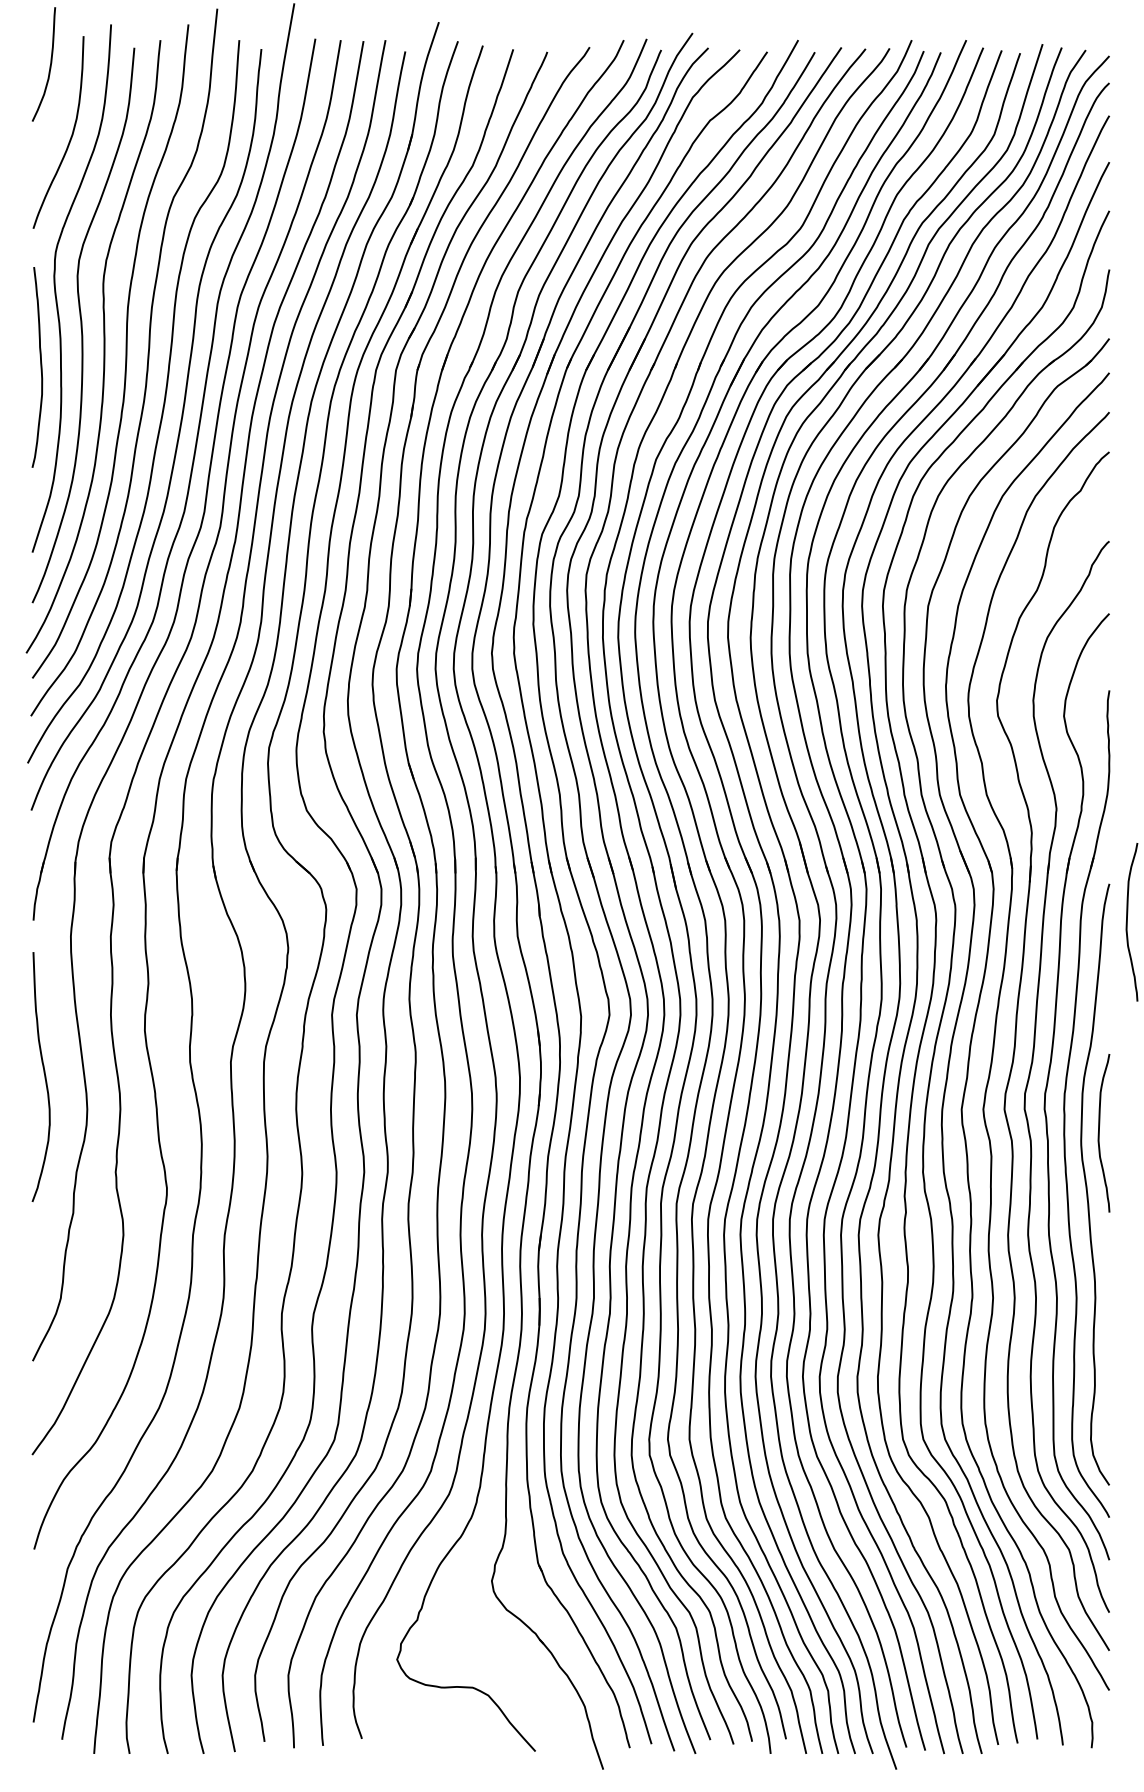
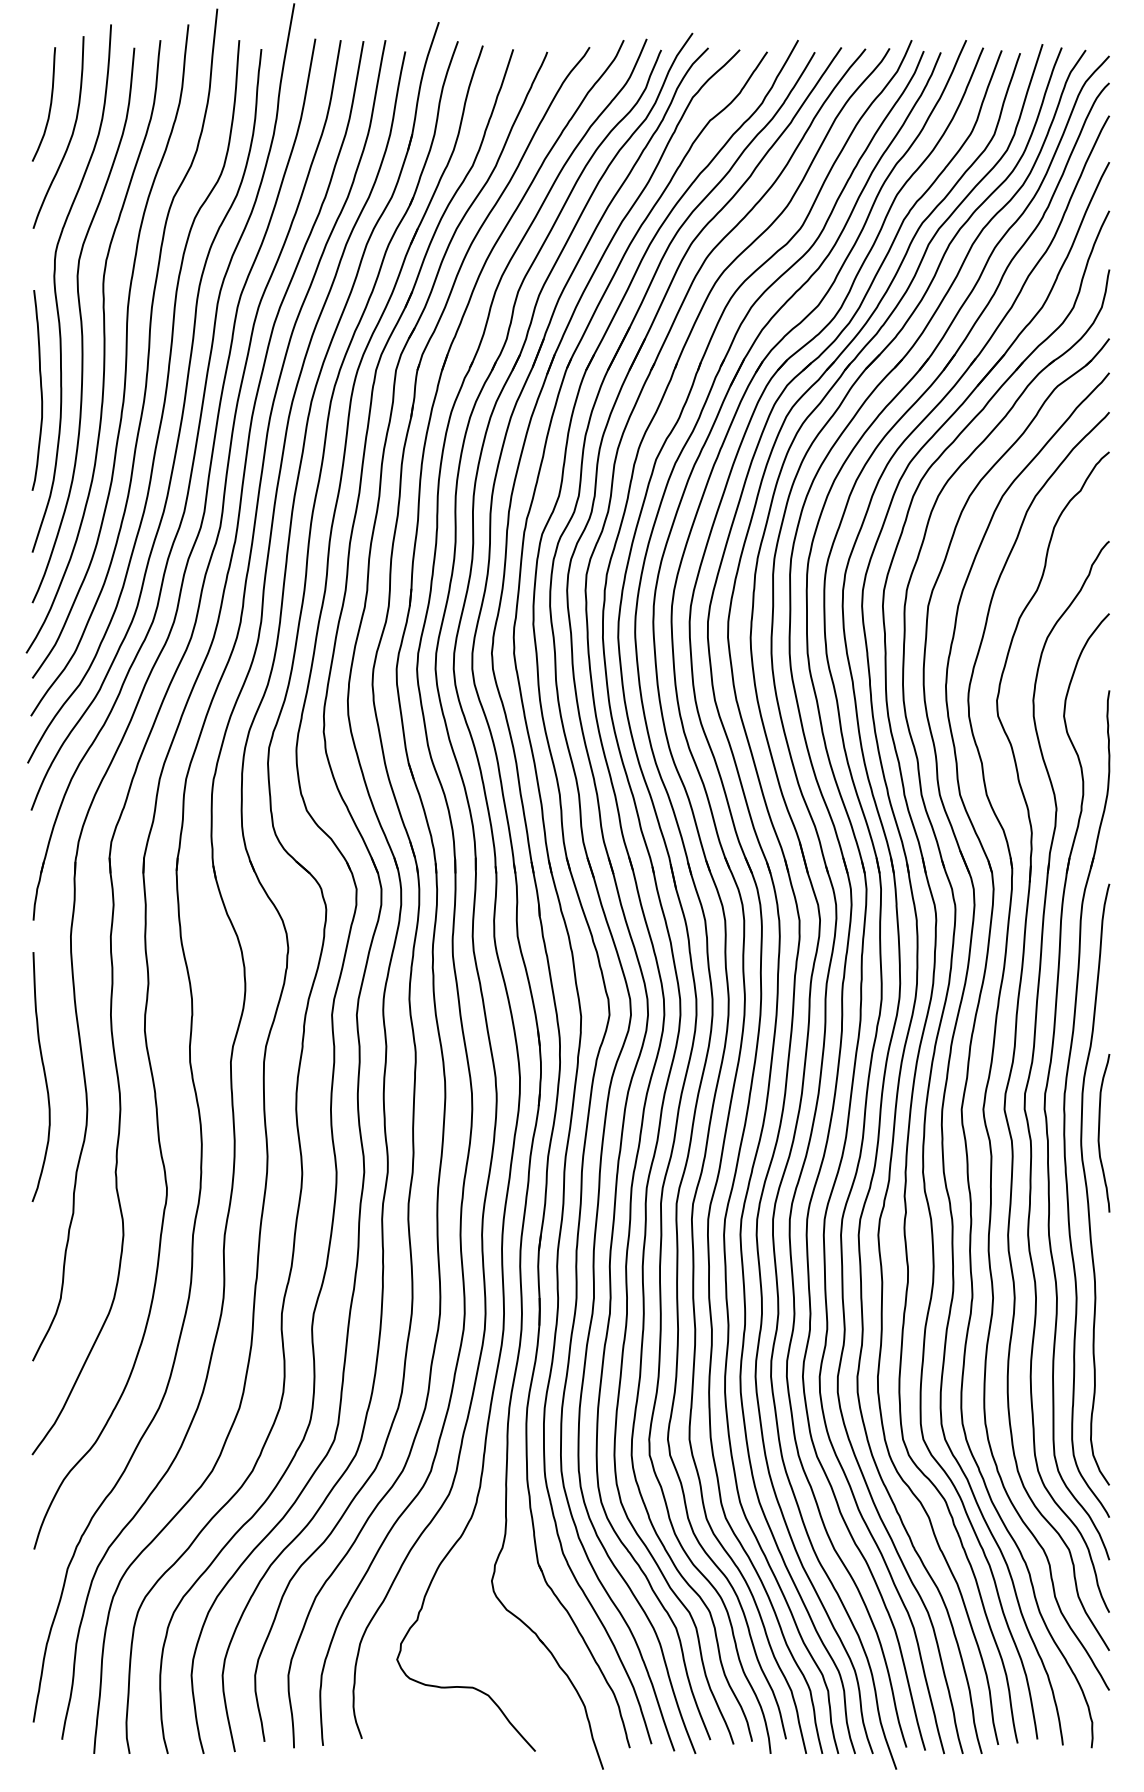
curve at (49, 65) position: (49, 65) -> (49, 105)
curve at (40, 367) position: (40, 367) -> (40, 390)
curve at (1127, 922): present -> none
